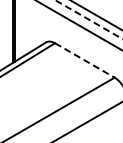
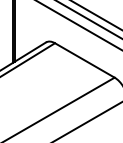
line at (89, 19): dashed -> solid
line at (85, 60): dashed -> solid
